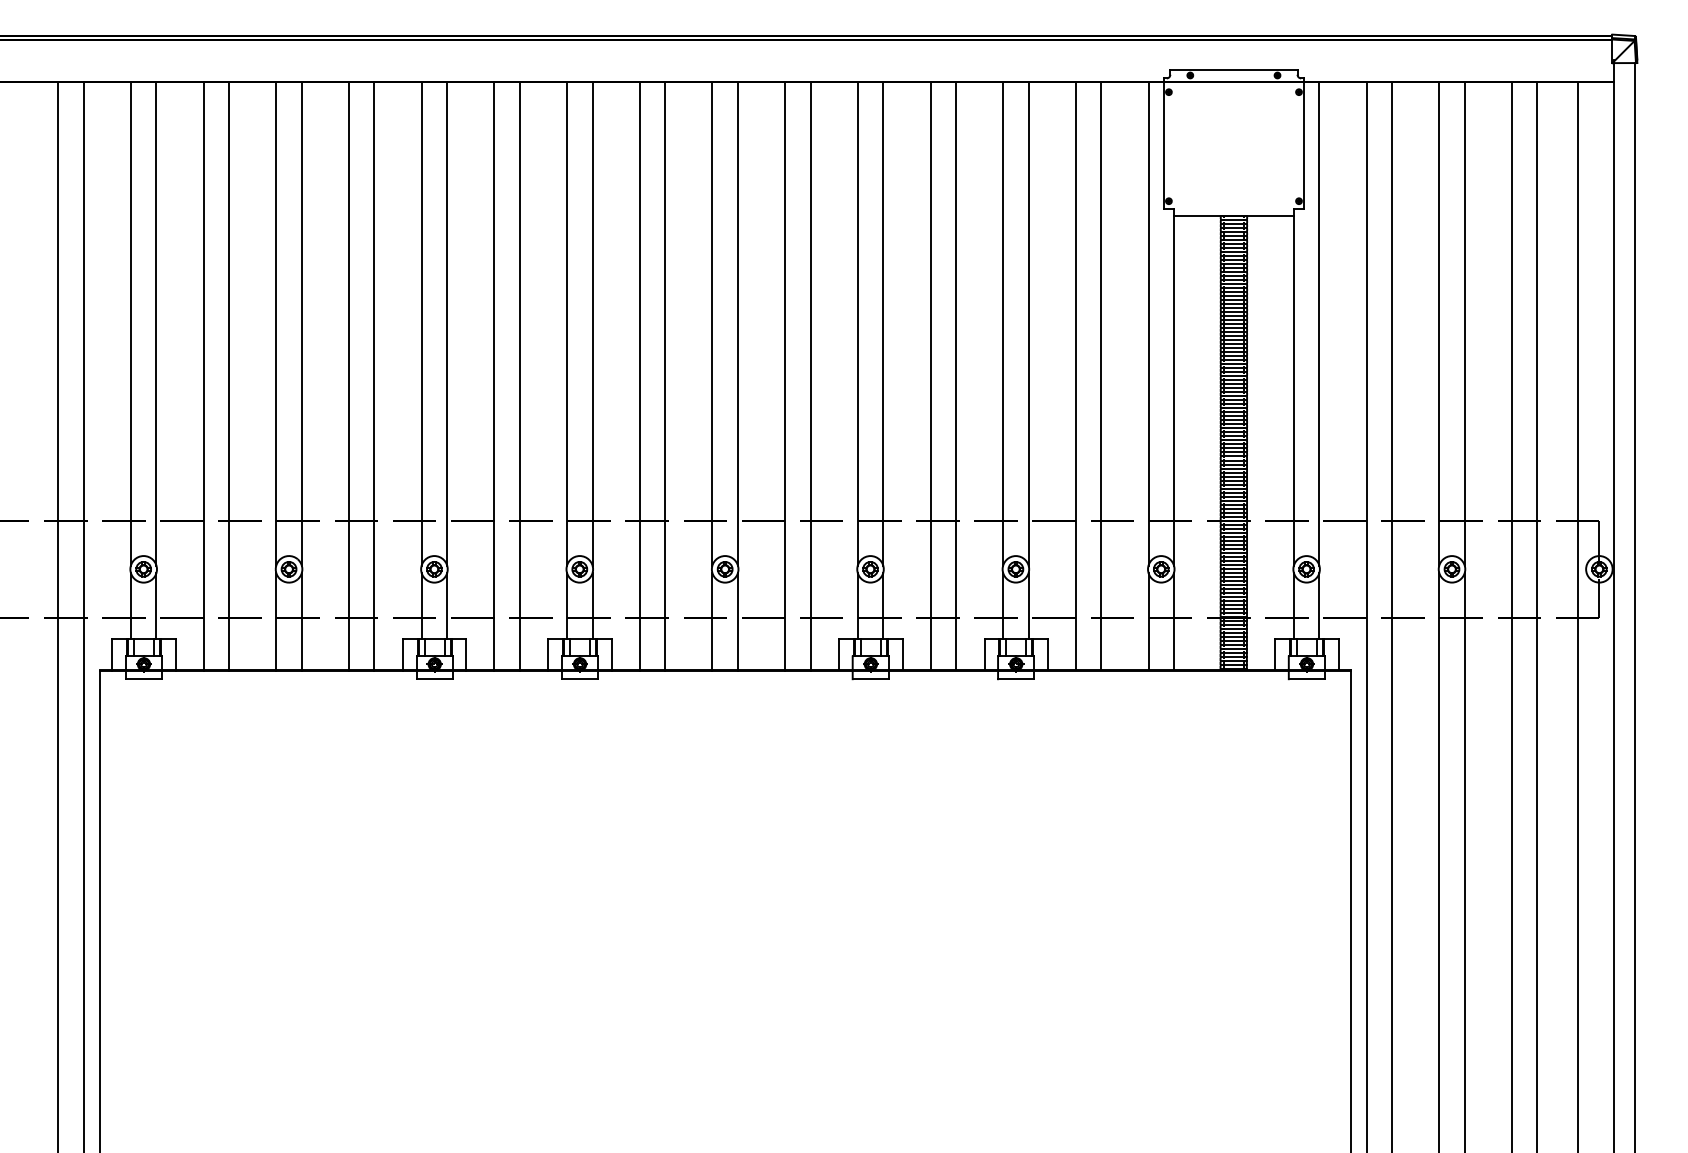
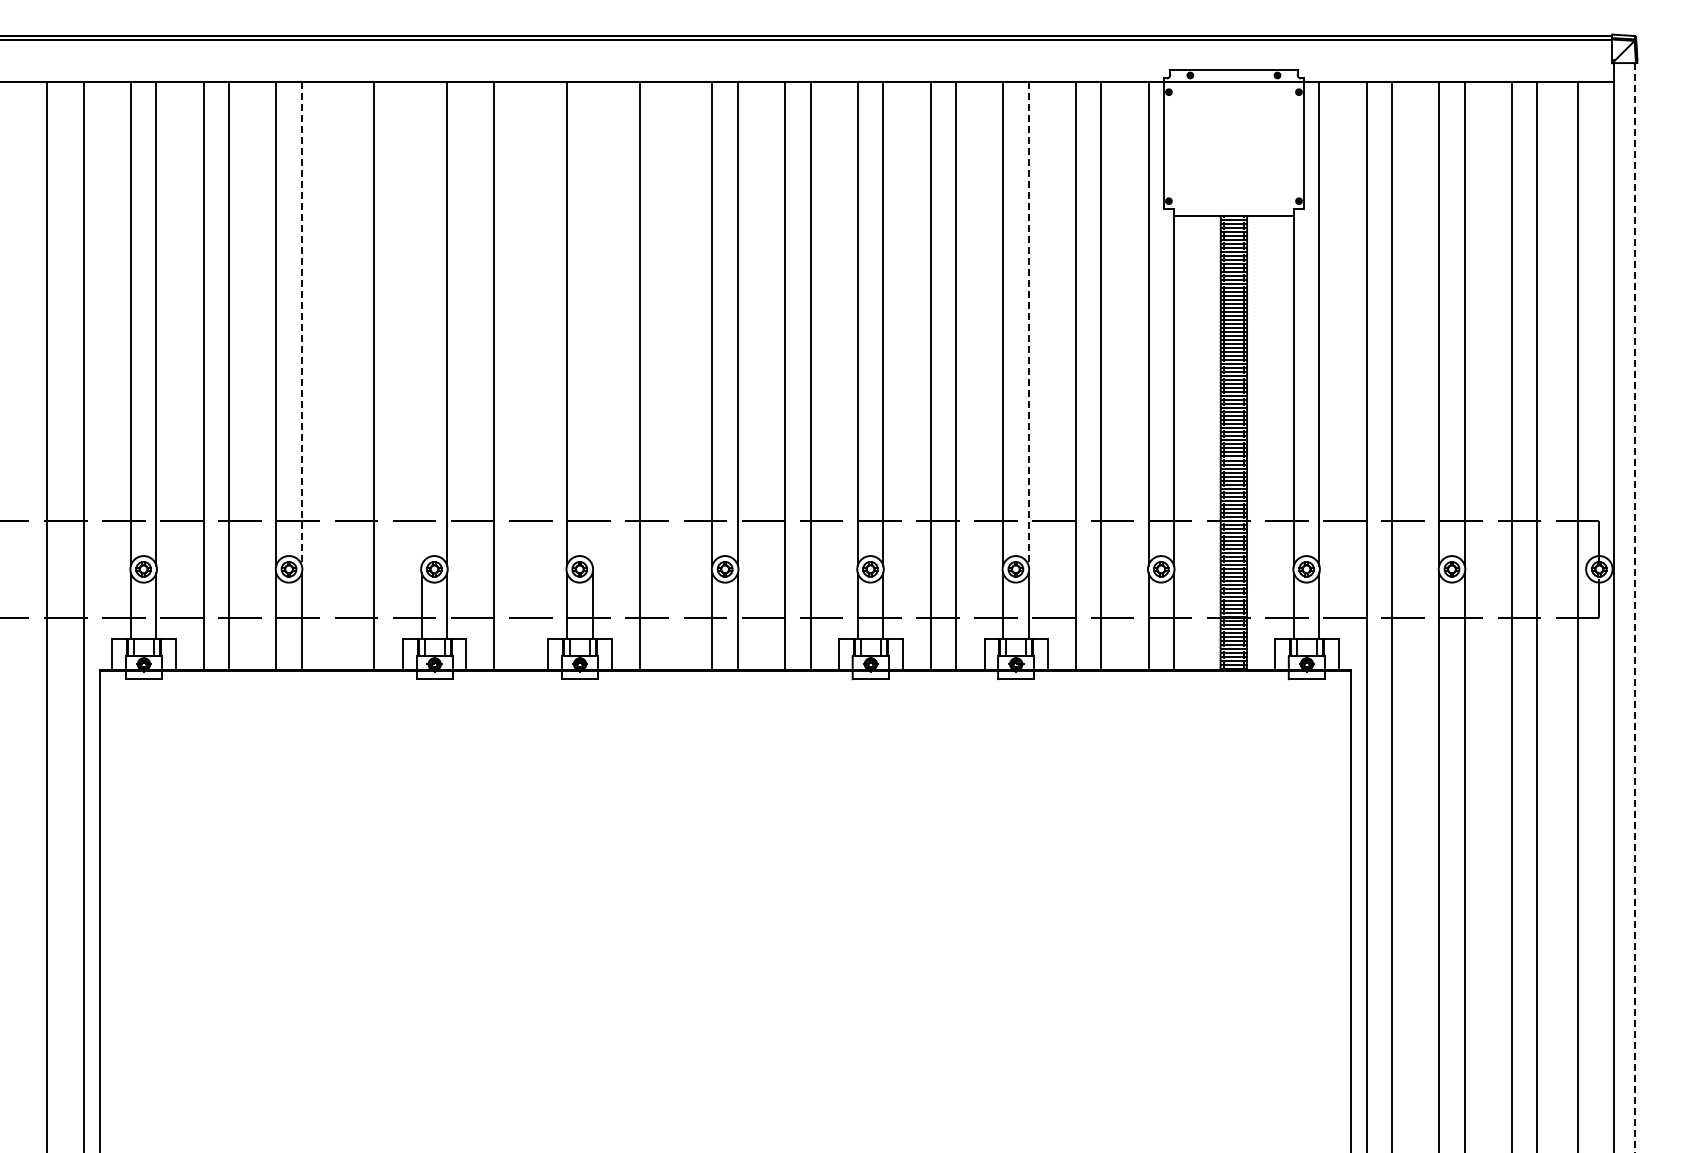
line at (301, 323): solid -> dashed
line at (421, 323): present -> none
line at (592, 323): present -> none
line at (1028, 323): solid -> dashed
line at (349, 376): present -> none
line at (519, 376): present -> none
line at (665, 376): present -> none
line at (1635, 608): solid -> dashed
line at (58, 615) position: (58, 615) -> (47, 615)
